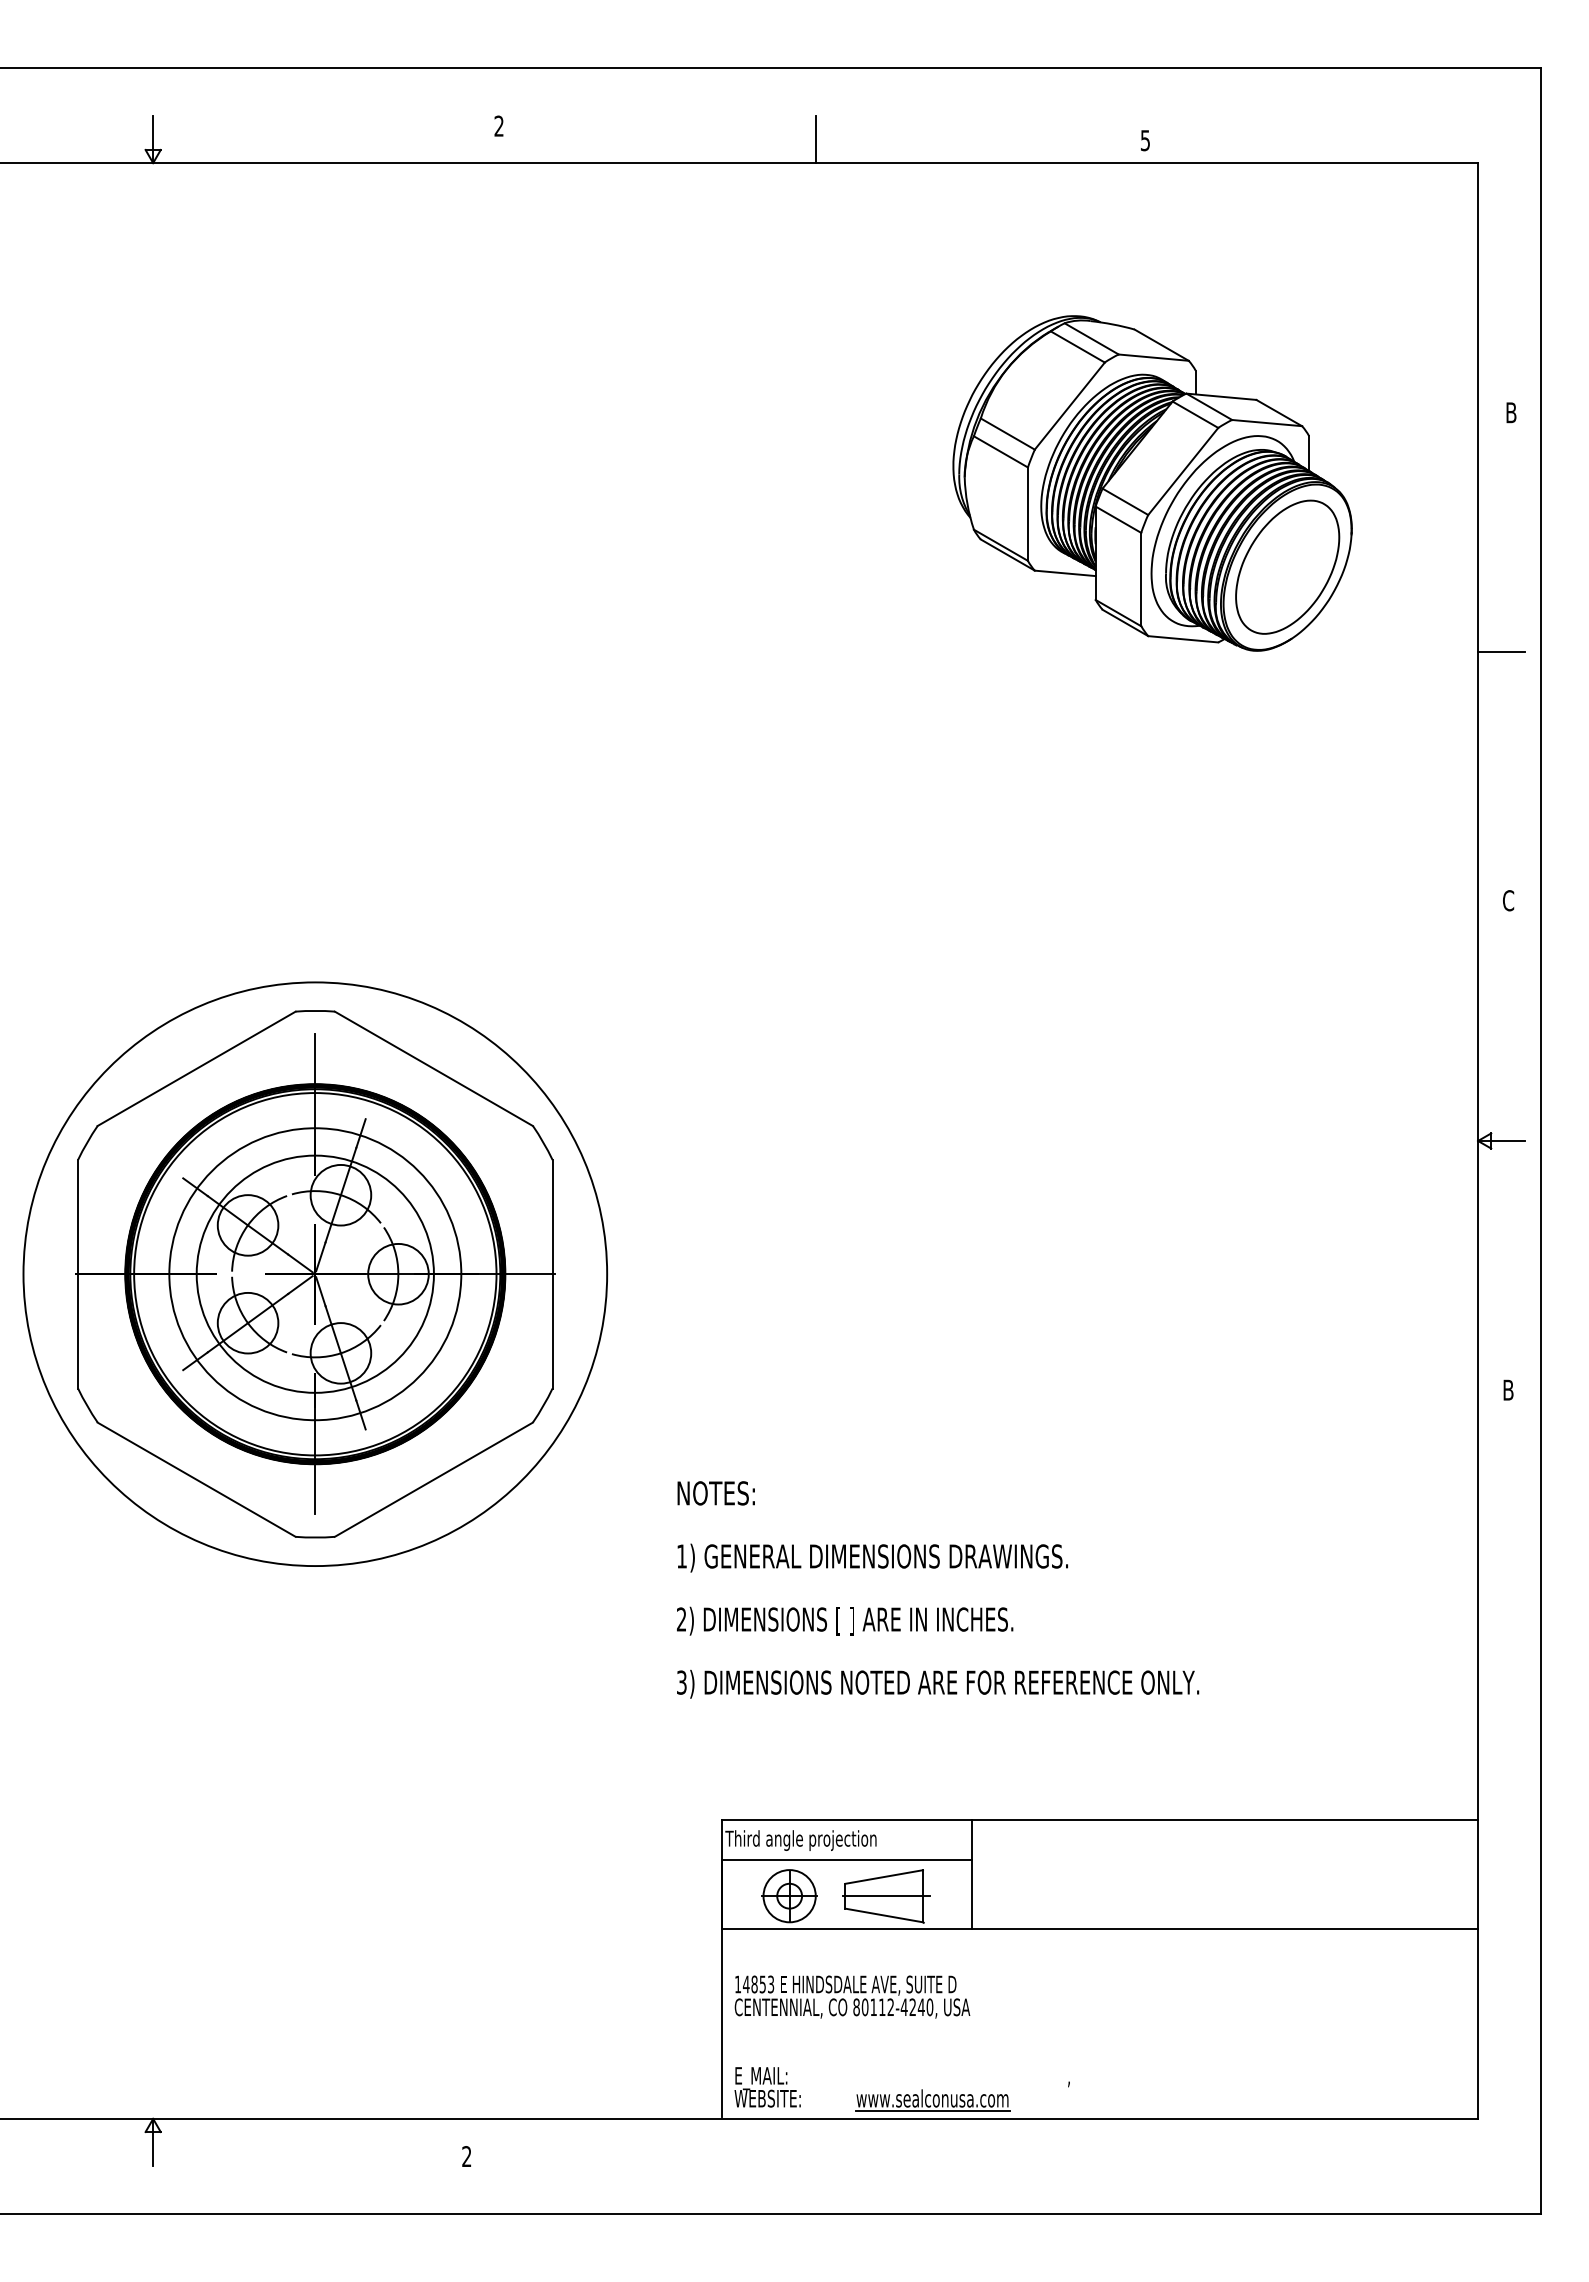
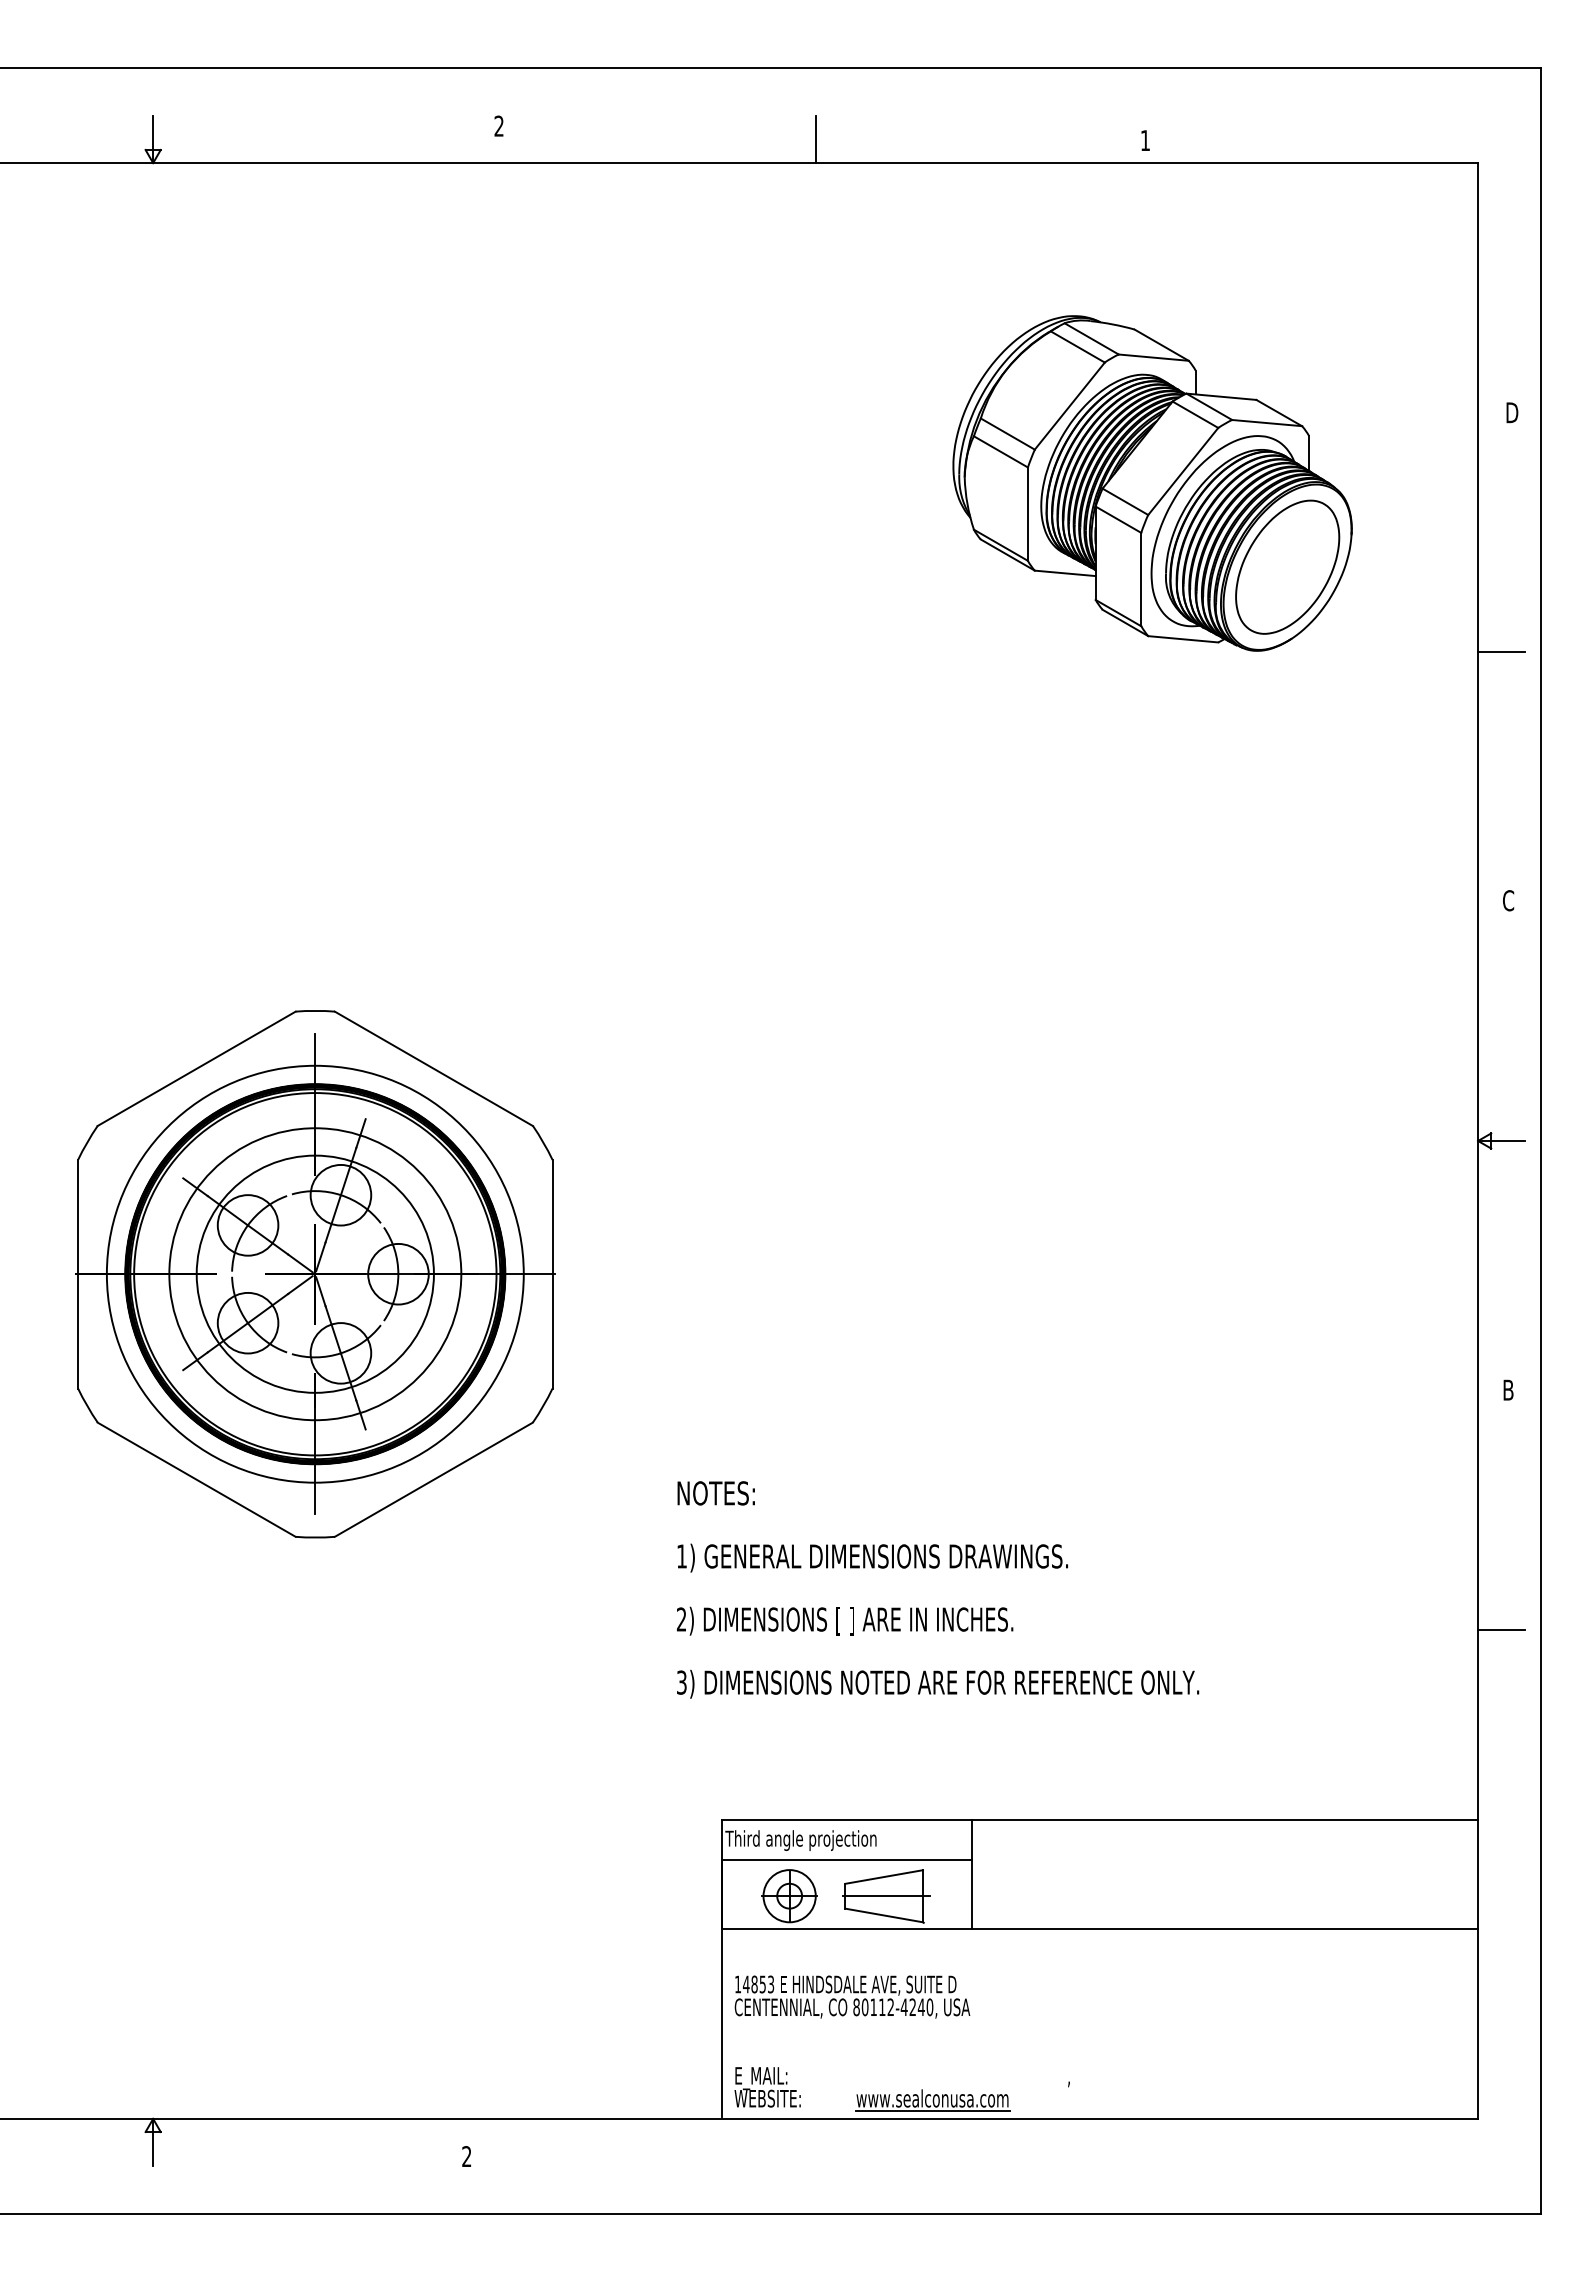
text at (1145, 140): 5 -> 1
text at (1513, 412): B -> D
circle at (315, 1274) diameter: 584 px -> 417 px
line at (1501, 1629): none -> present
